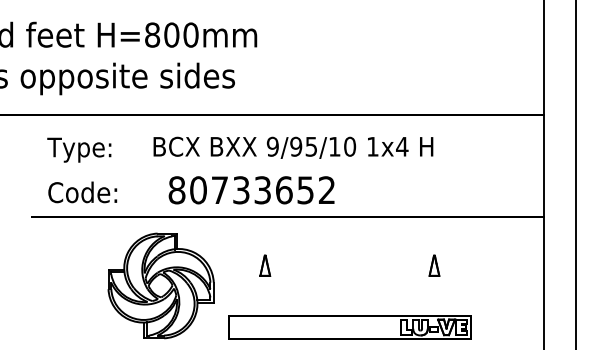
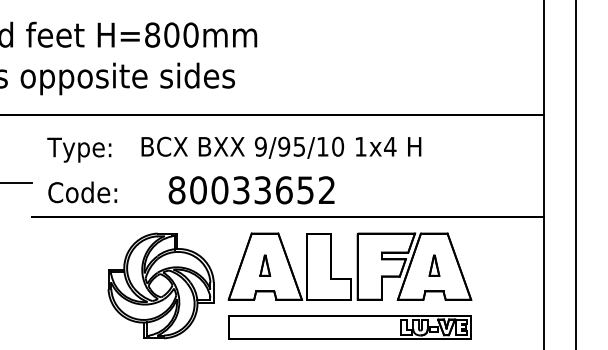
text at (293, 147) position: (293, 147) -> (281, 147)
line at (17, 182): none -> present
text at (219, 190): 80733652 -> 80033652
part at (356, 266): none -> present
